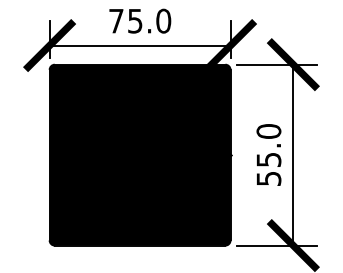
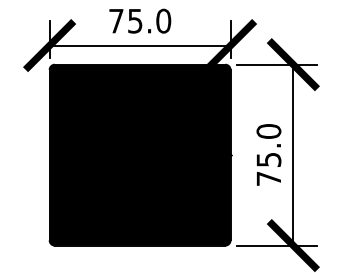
text at (268, 178): 55.0 -> 75.0
